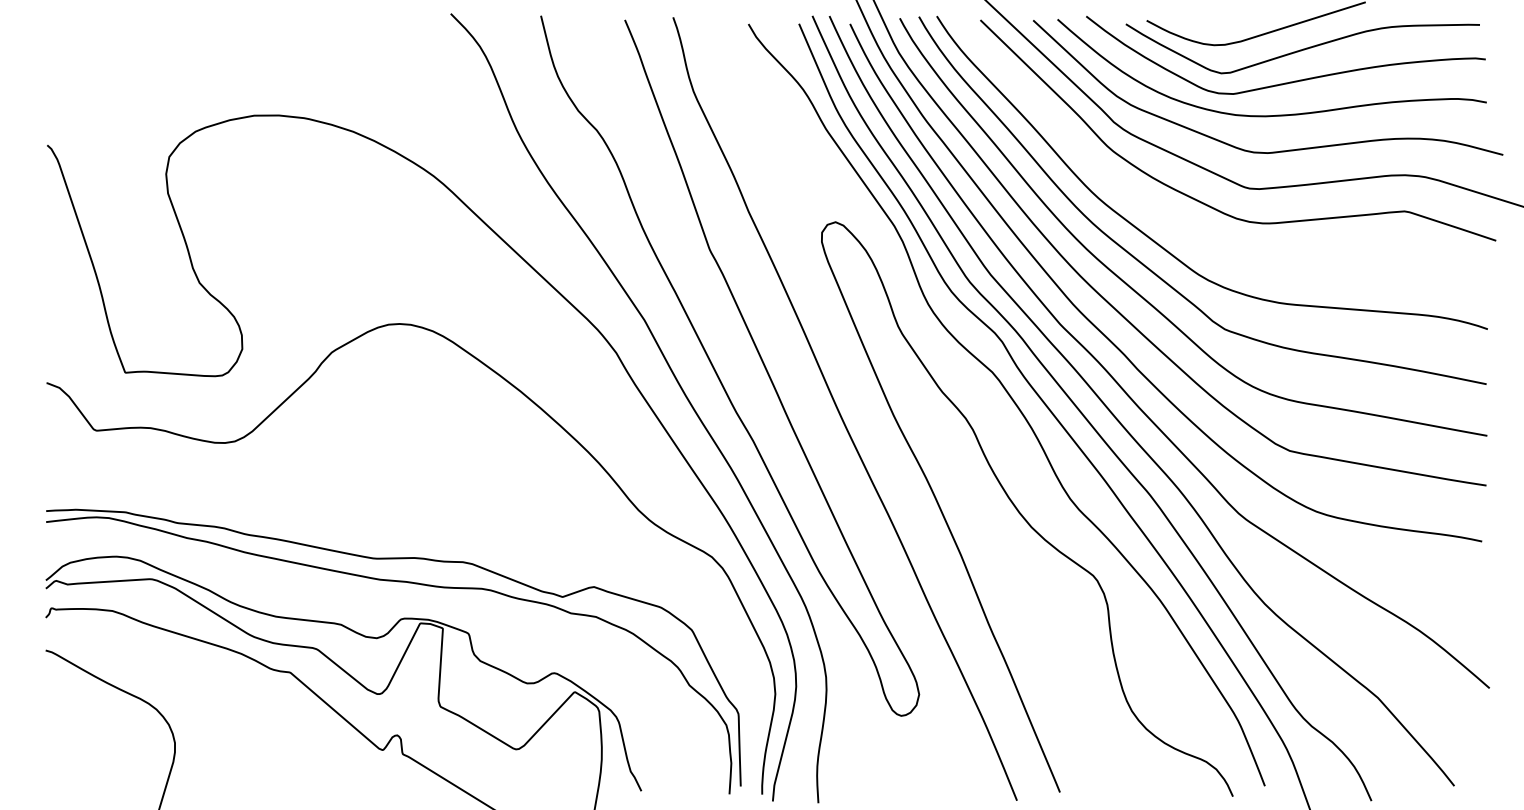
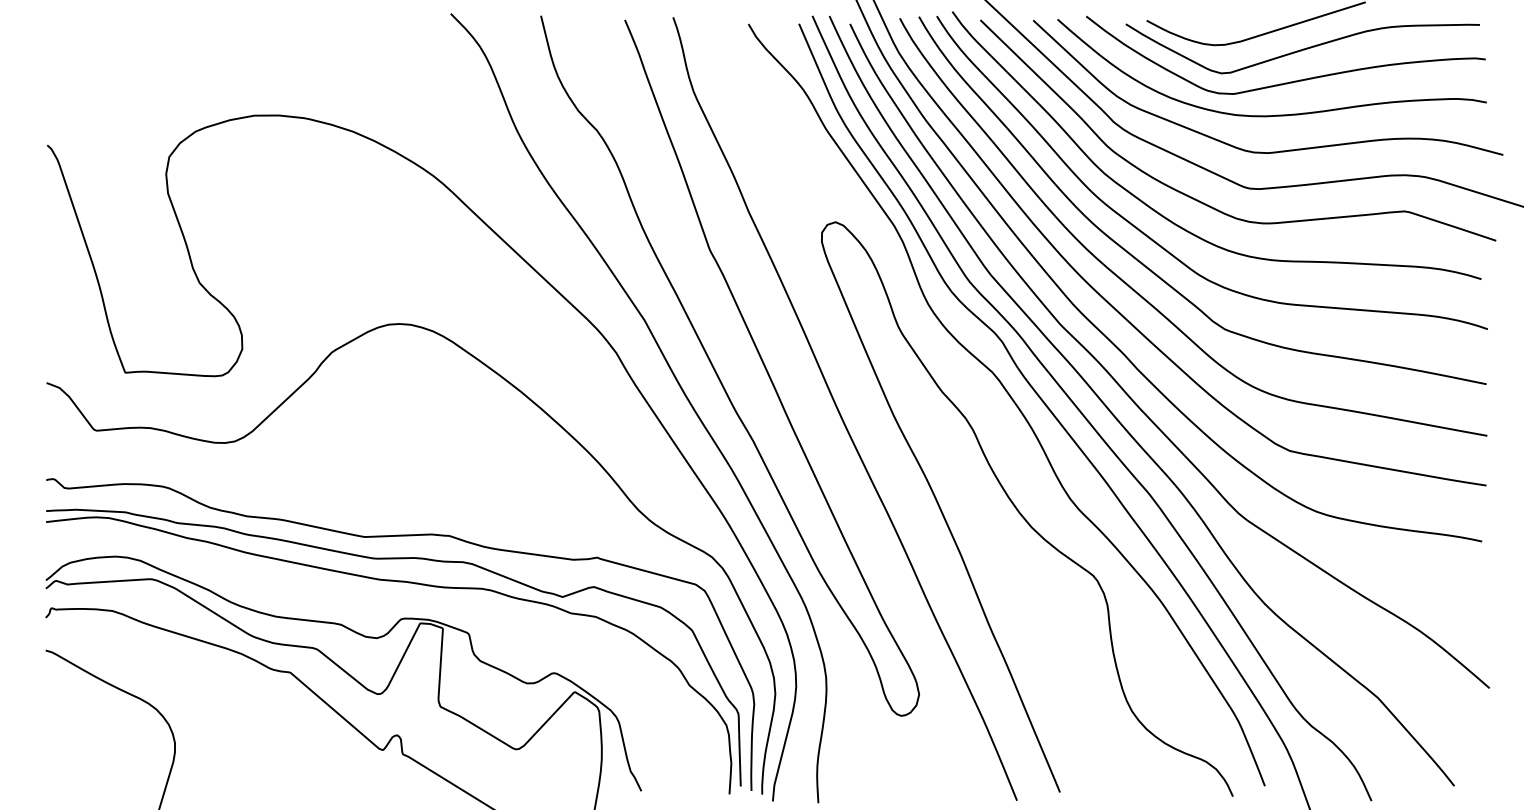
curve at (1168, 218): none -> present
curve at (387, 537): none -> present
